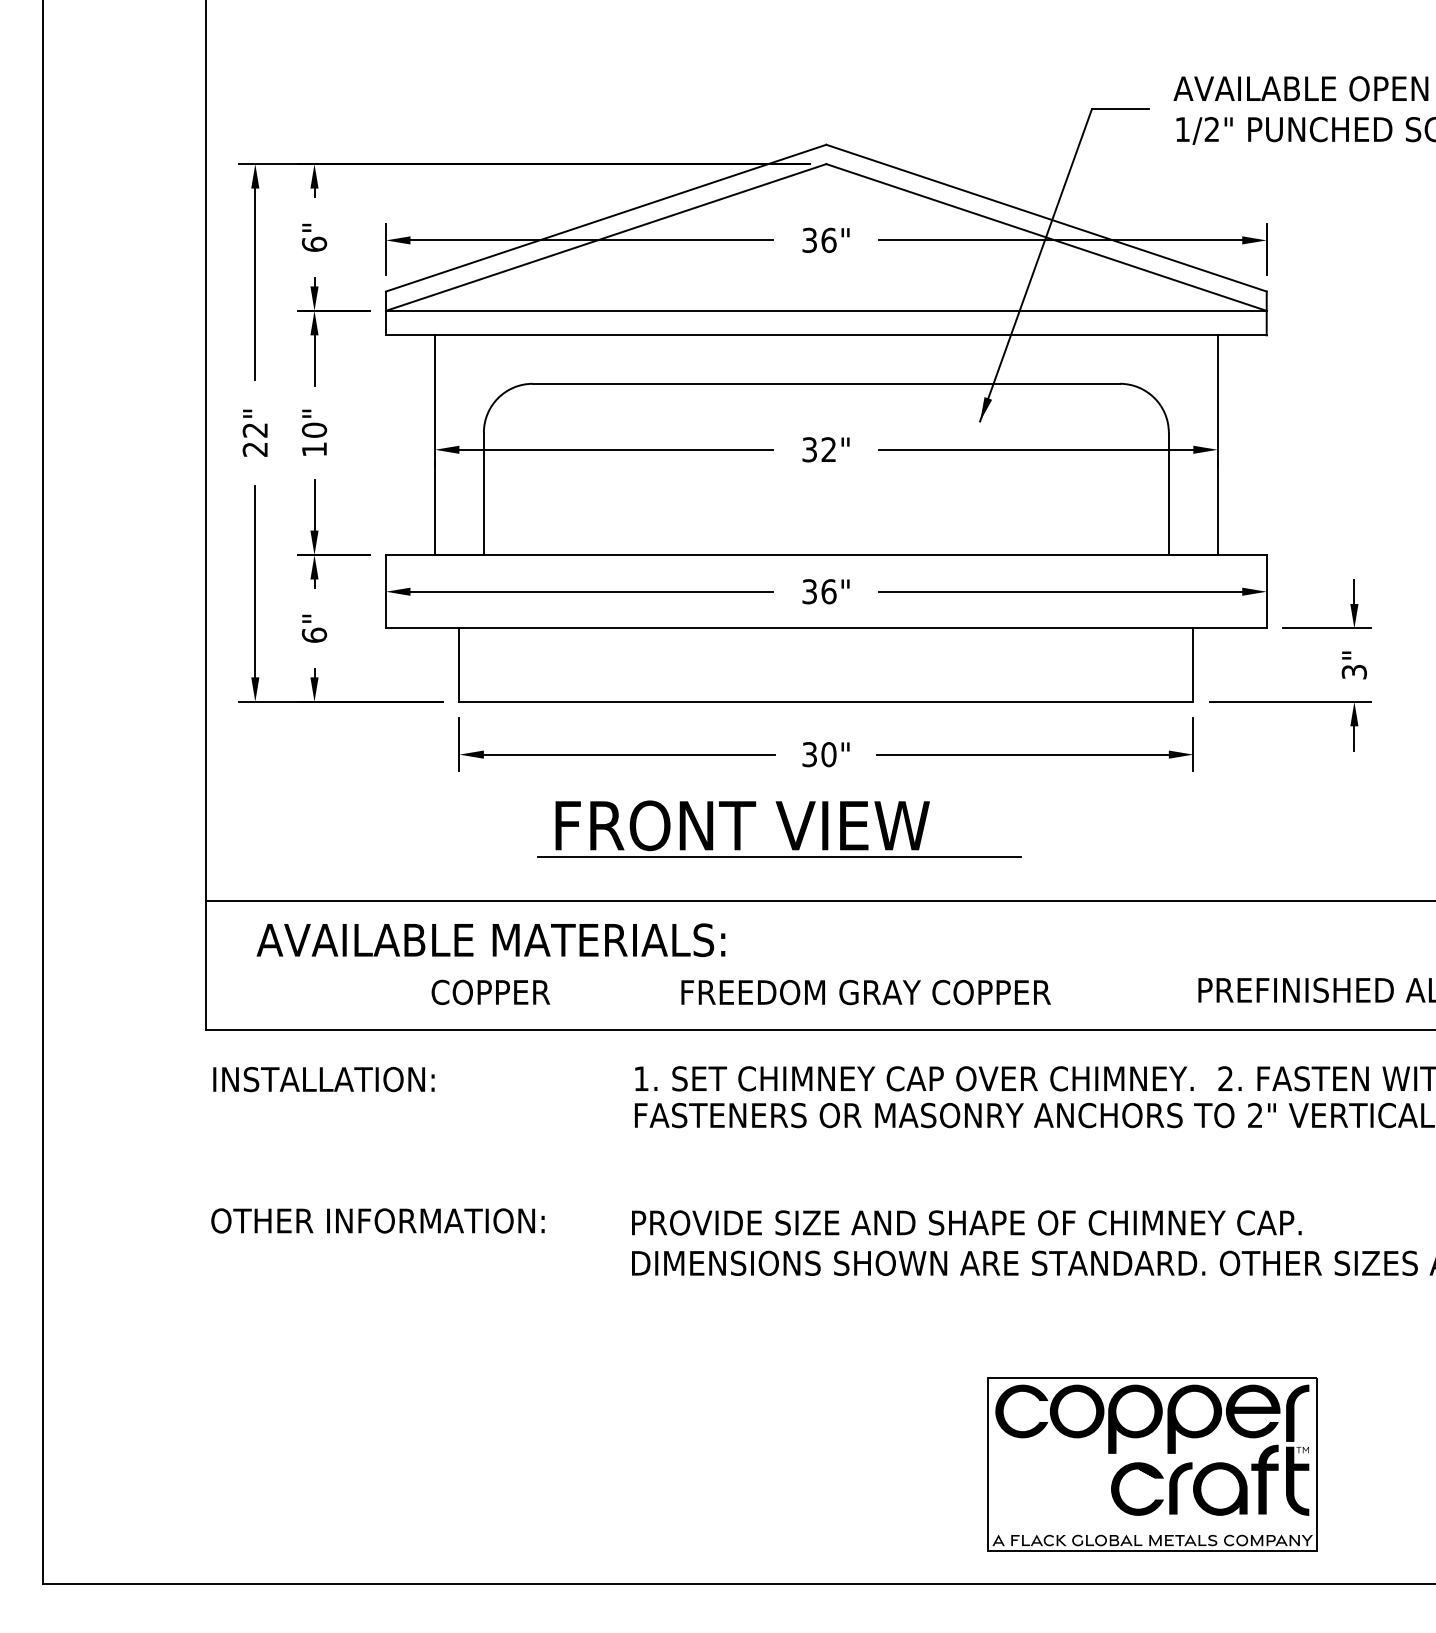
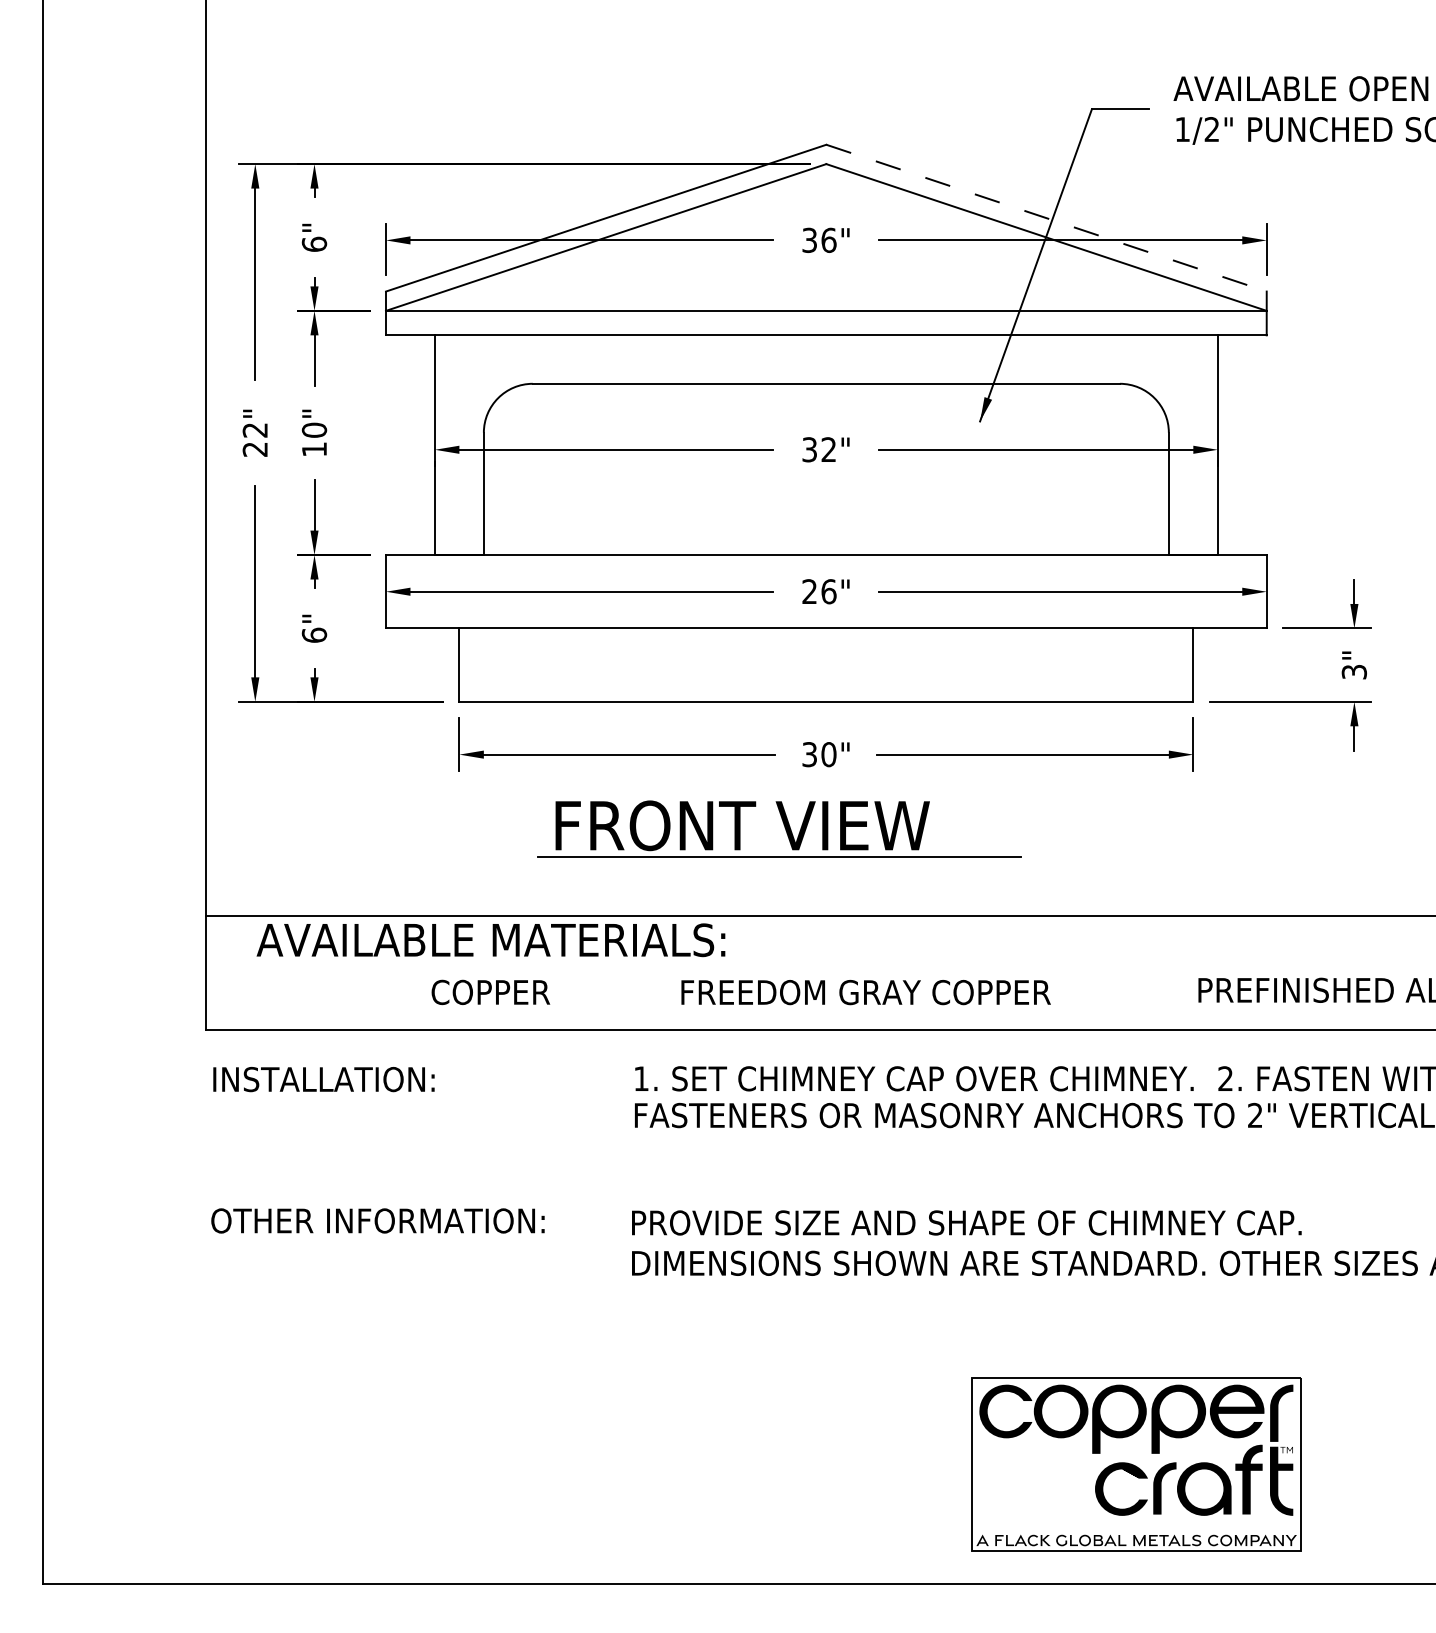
line at (1047, 218): solid -> dashed
text at (809, 591): 36" -> 26"
line at (819, 901) position: (819, 901) -> (819, 916)
part at (1152, 1464) position: (1152, 1464) -> (1136, 1464)
